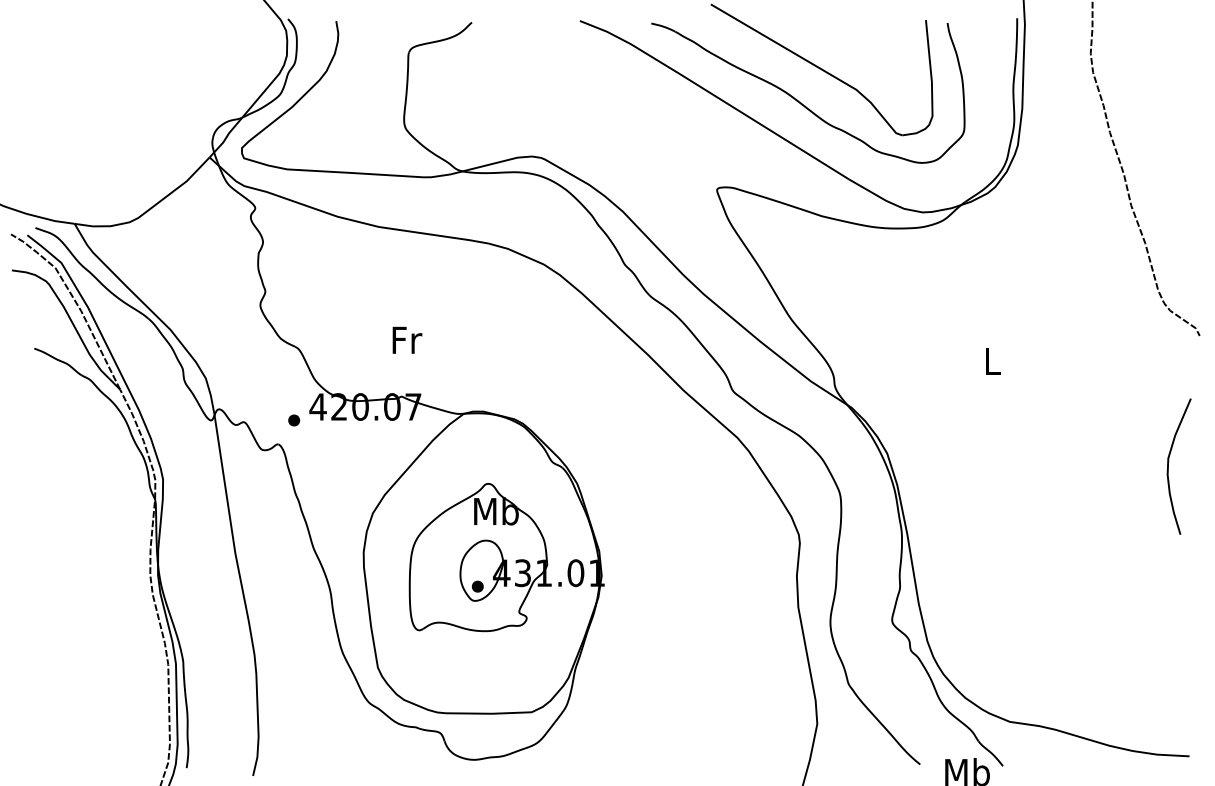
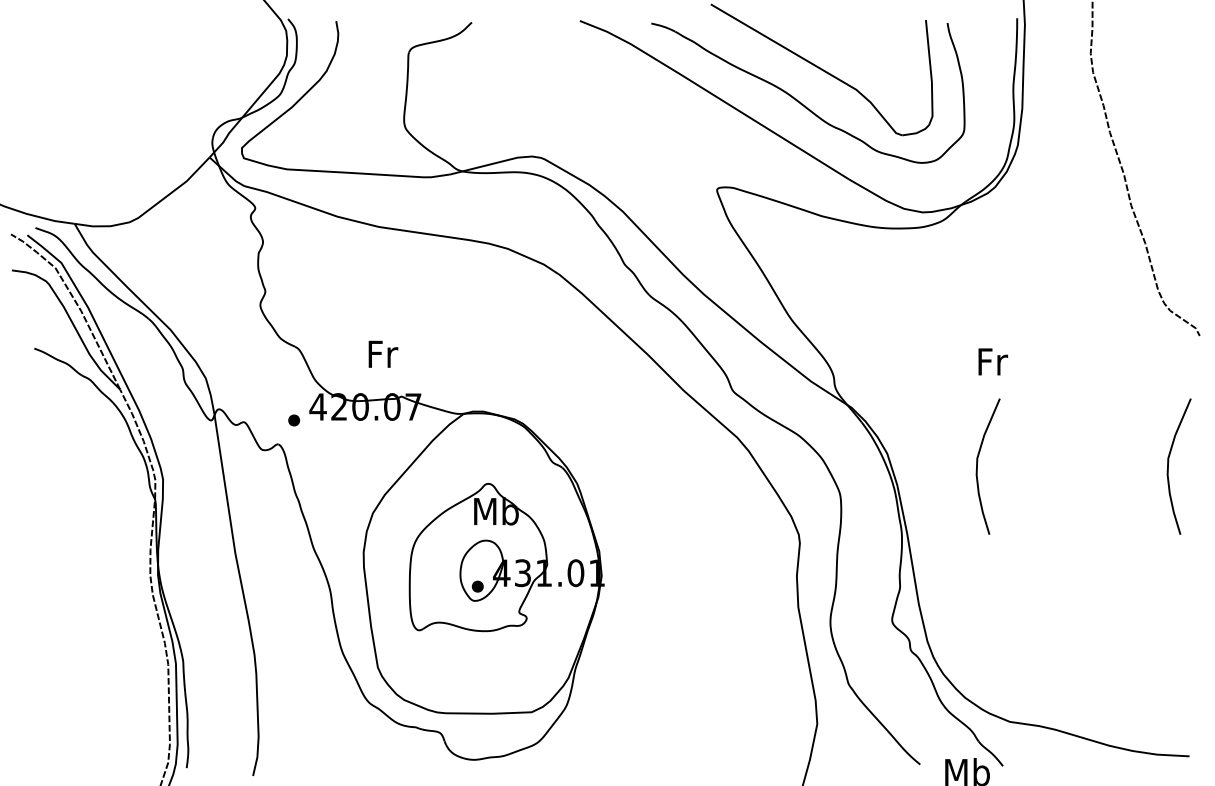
text at (407, 339) position: (407, 339) -> (383, 353)
text at (993, 361): L -> Fr
curve at (977, 466): none -> present
